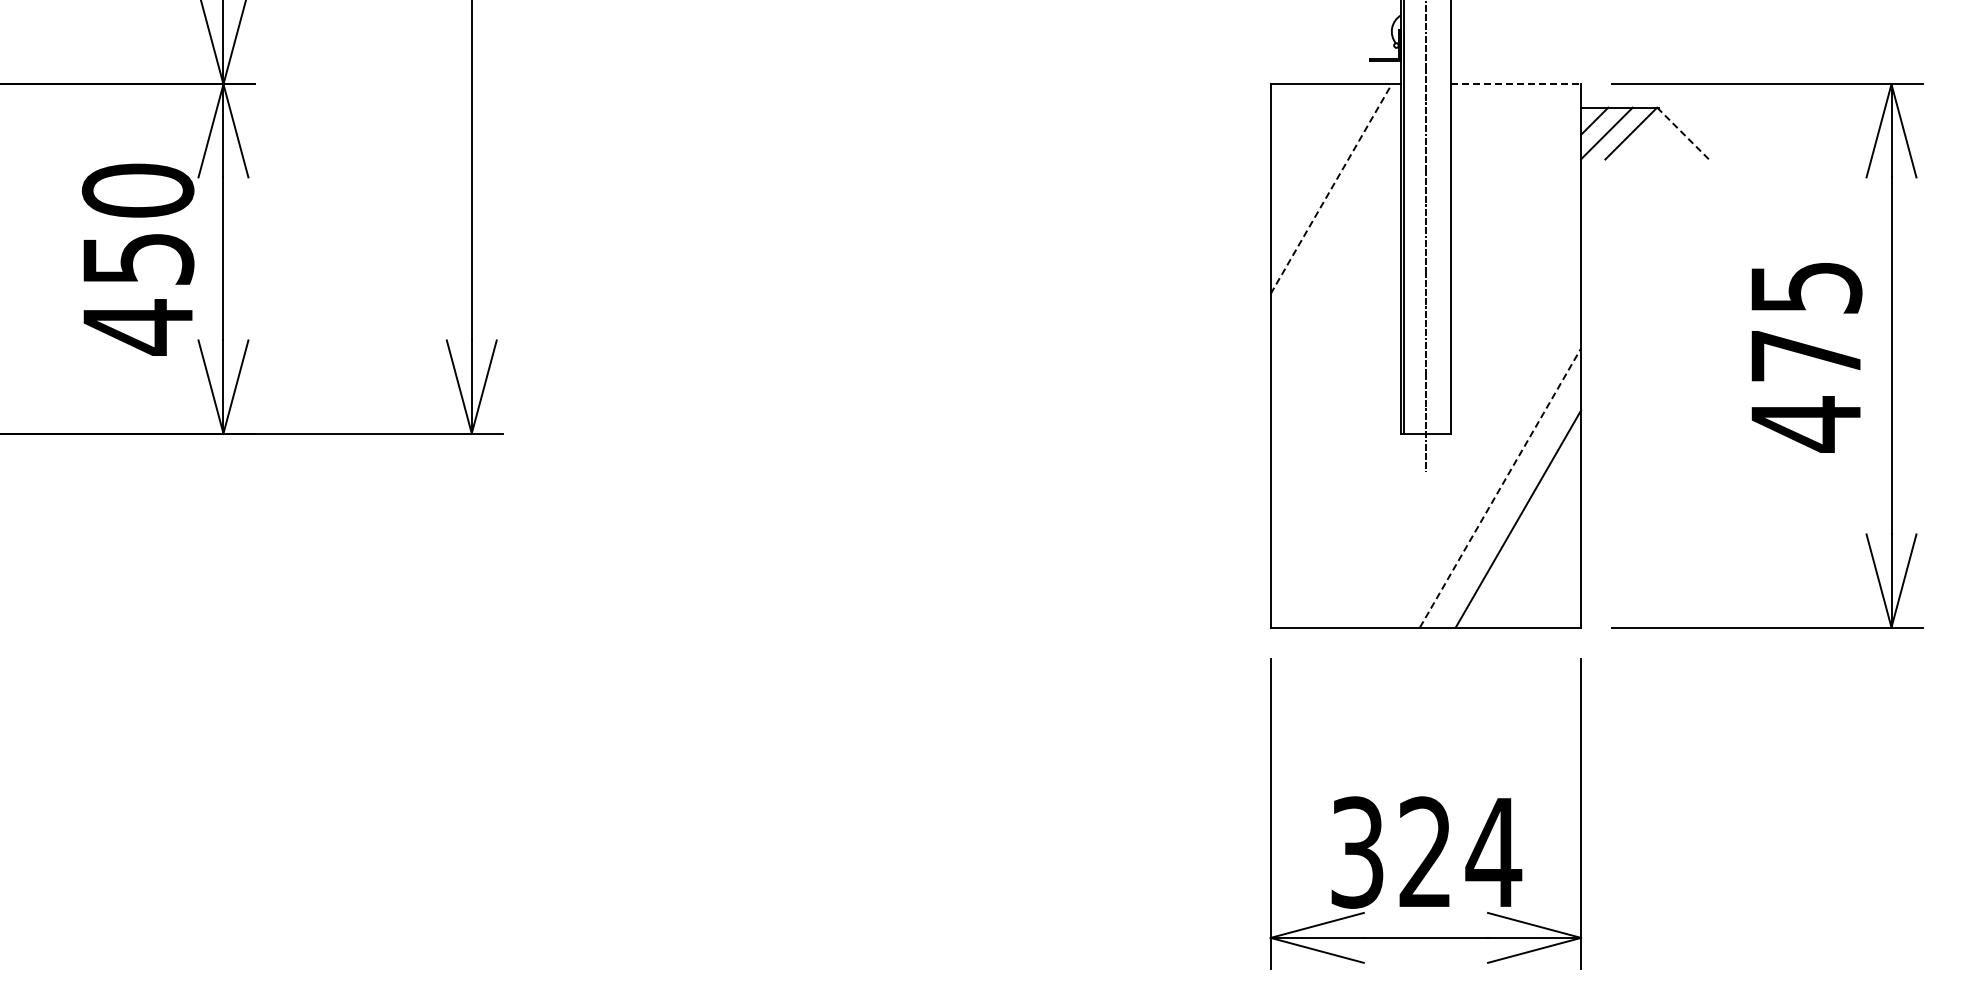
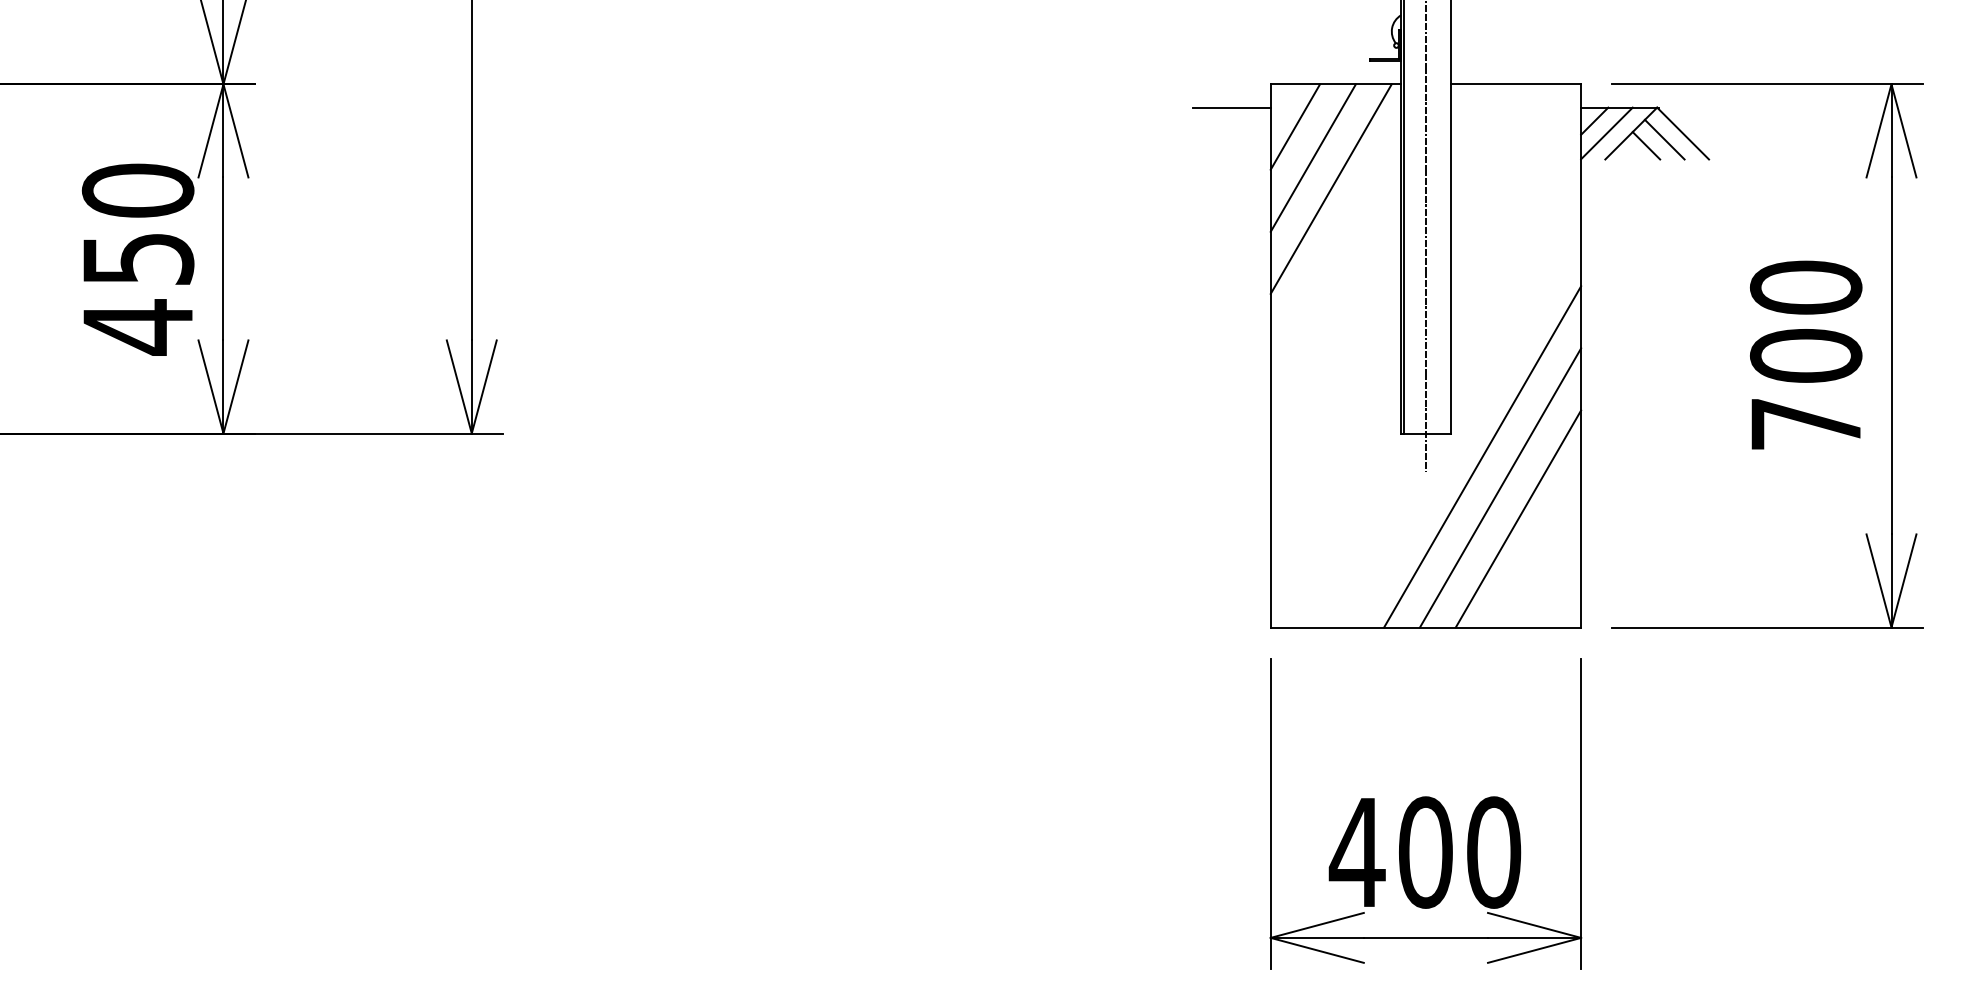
line at (1516, 84): dashed -> solid
line at (1231, 107): none -> present
line at (1295, 126): none -> present
line at (1683, 133): dashed -> solid
line at (1664, 139): none -> present
line at (1646, 145): none -> present
line at (1312, 157): none -> present
line at (1331, 189): dashed -> solid
text at (1805, 356): 475 -> 700
line at (1482, 456): none -> present
line at (1500, 487): dashed -> solid
text at (1425, 852): 324 -> 400
